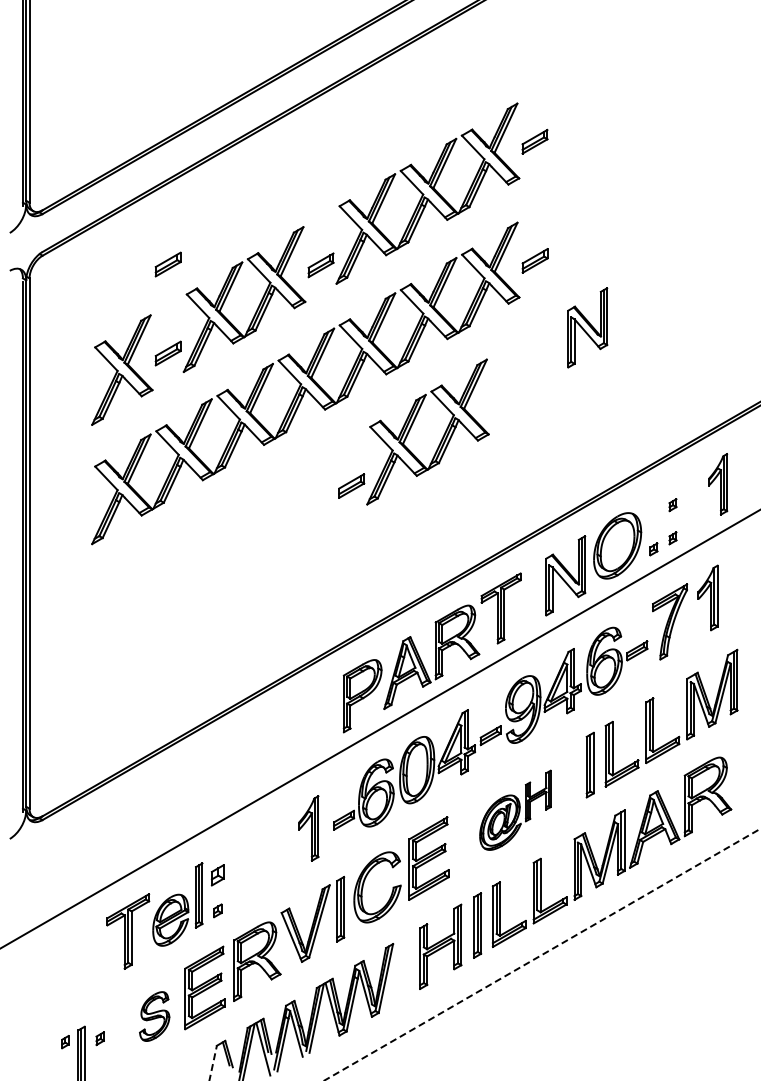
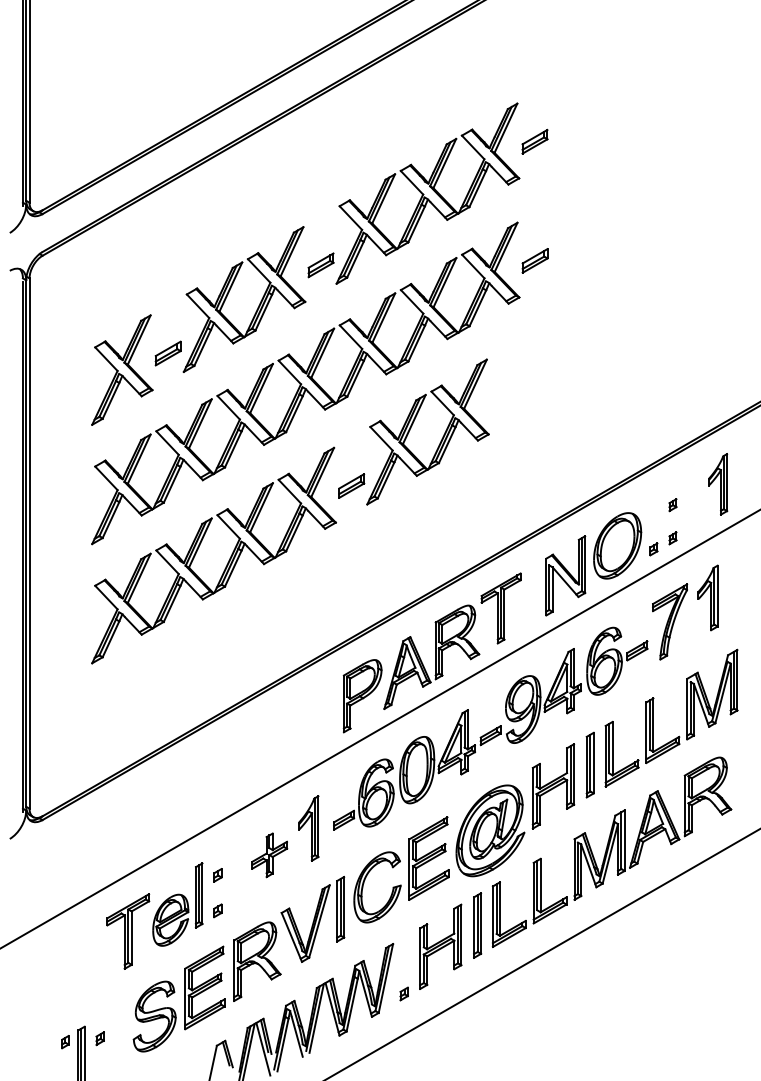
part at (167, 264): present -> none
part at (587, 327): present -> none
part at (227, 562): none -> present
part at (515, 809) size: 73x82 px -> 121x135 px
part at (269, 855): none -> present
part at (217, 875) size: 15x23 px -> 10x15 px
line at (542, 954): dashed -> solid
part at (403, 993): none -> present
part at (154, 1016) size: 32x51 px -> 45x73 px
line at (213, 1063): dashed -> solid
